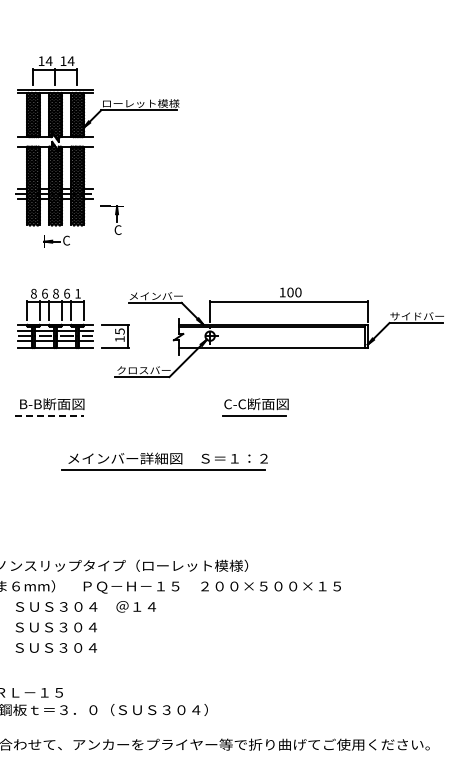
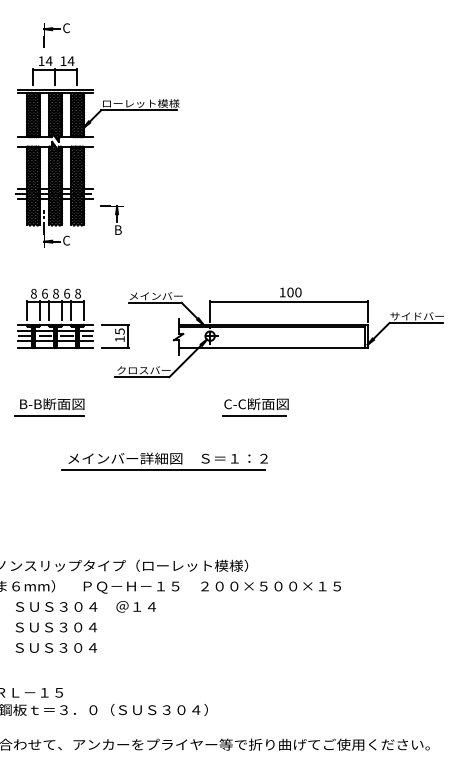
part at (56, 35): none -> present
line at (44, 222): none -> present
text at (117, 229): C -> B
text at (77, 293): 1 -> 8
line at (50, 415): dashed -> solid
